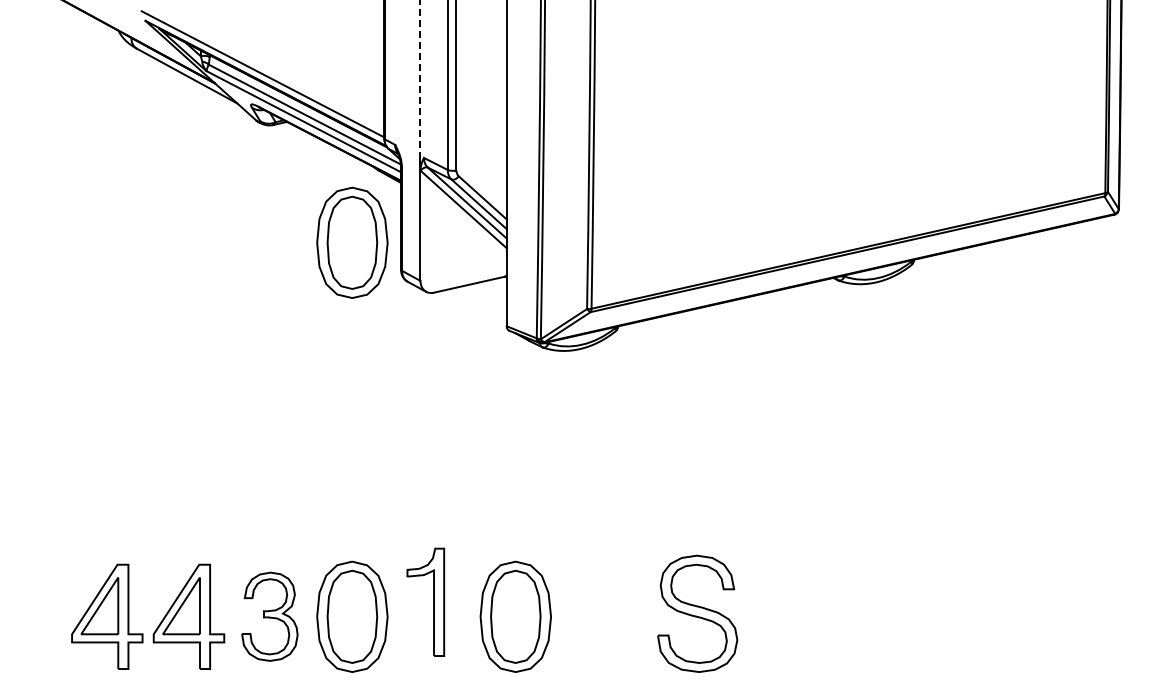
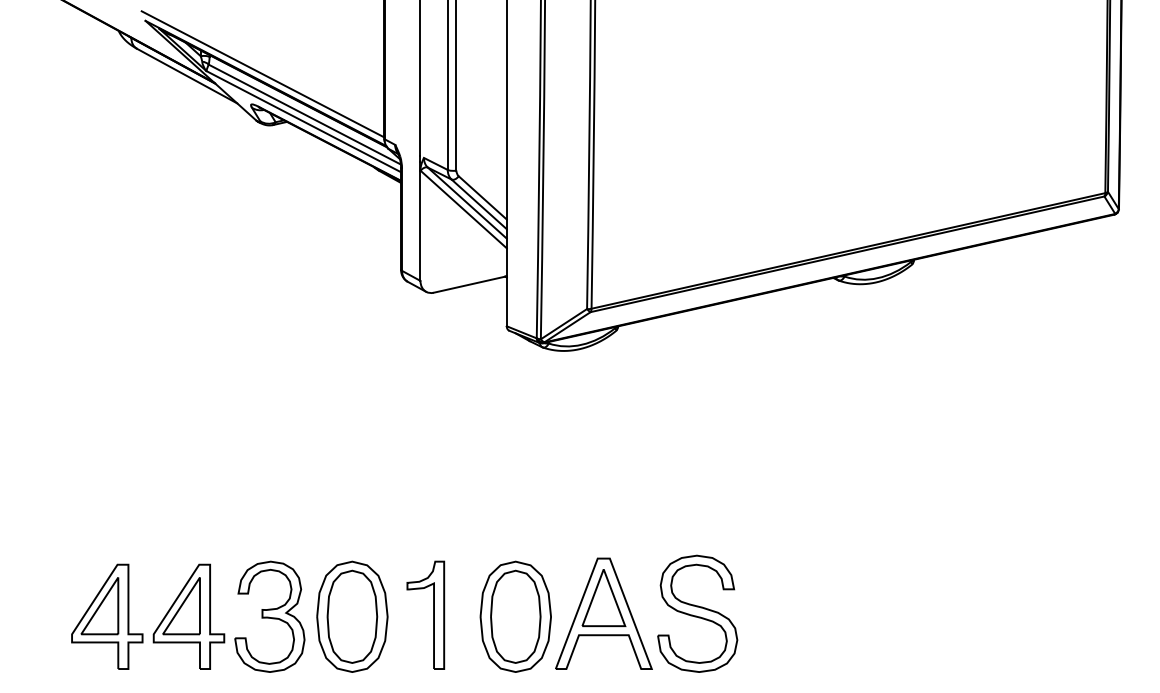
line at (420, 78): dashed -> solid
part at (352, 242): present -> none
part at (433, 601) position: (433, 601) -> (433, 614)
part at (603, 613): none -> present
part at (269, 616) size: 58x91 px -> 72x113 px
